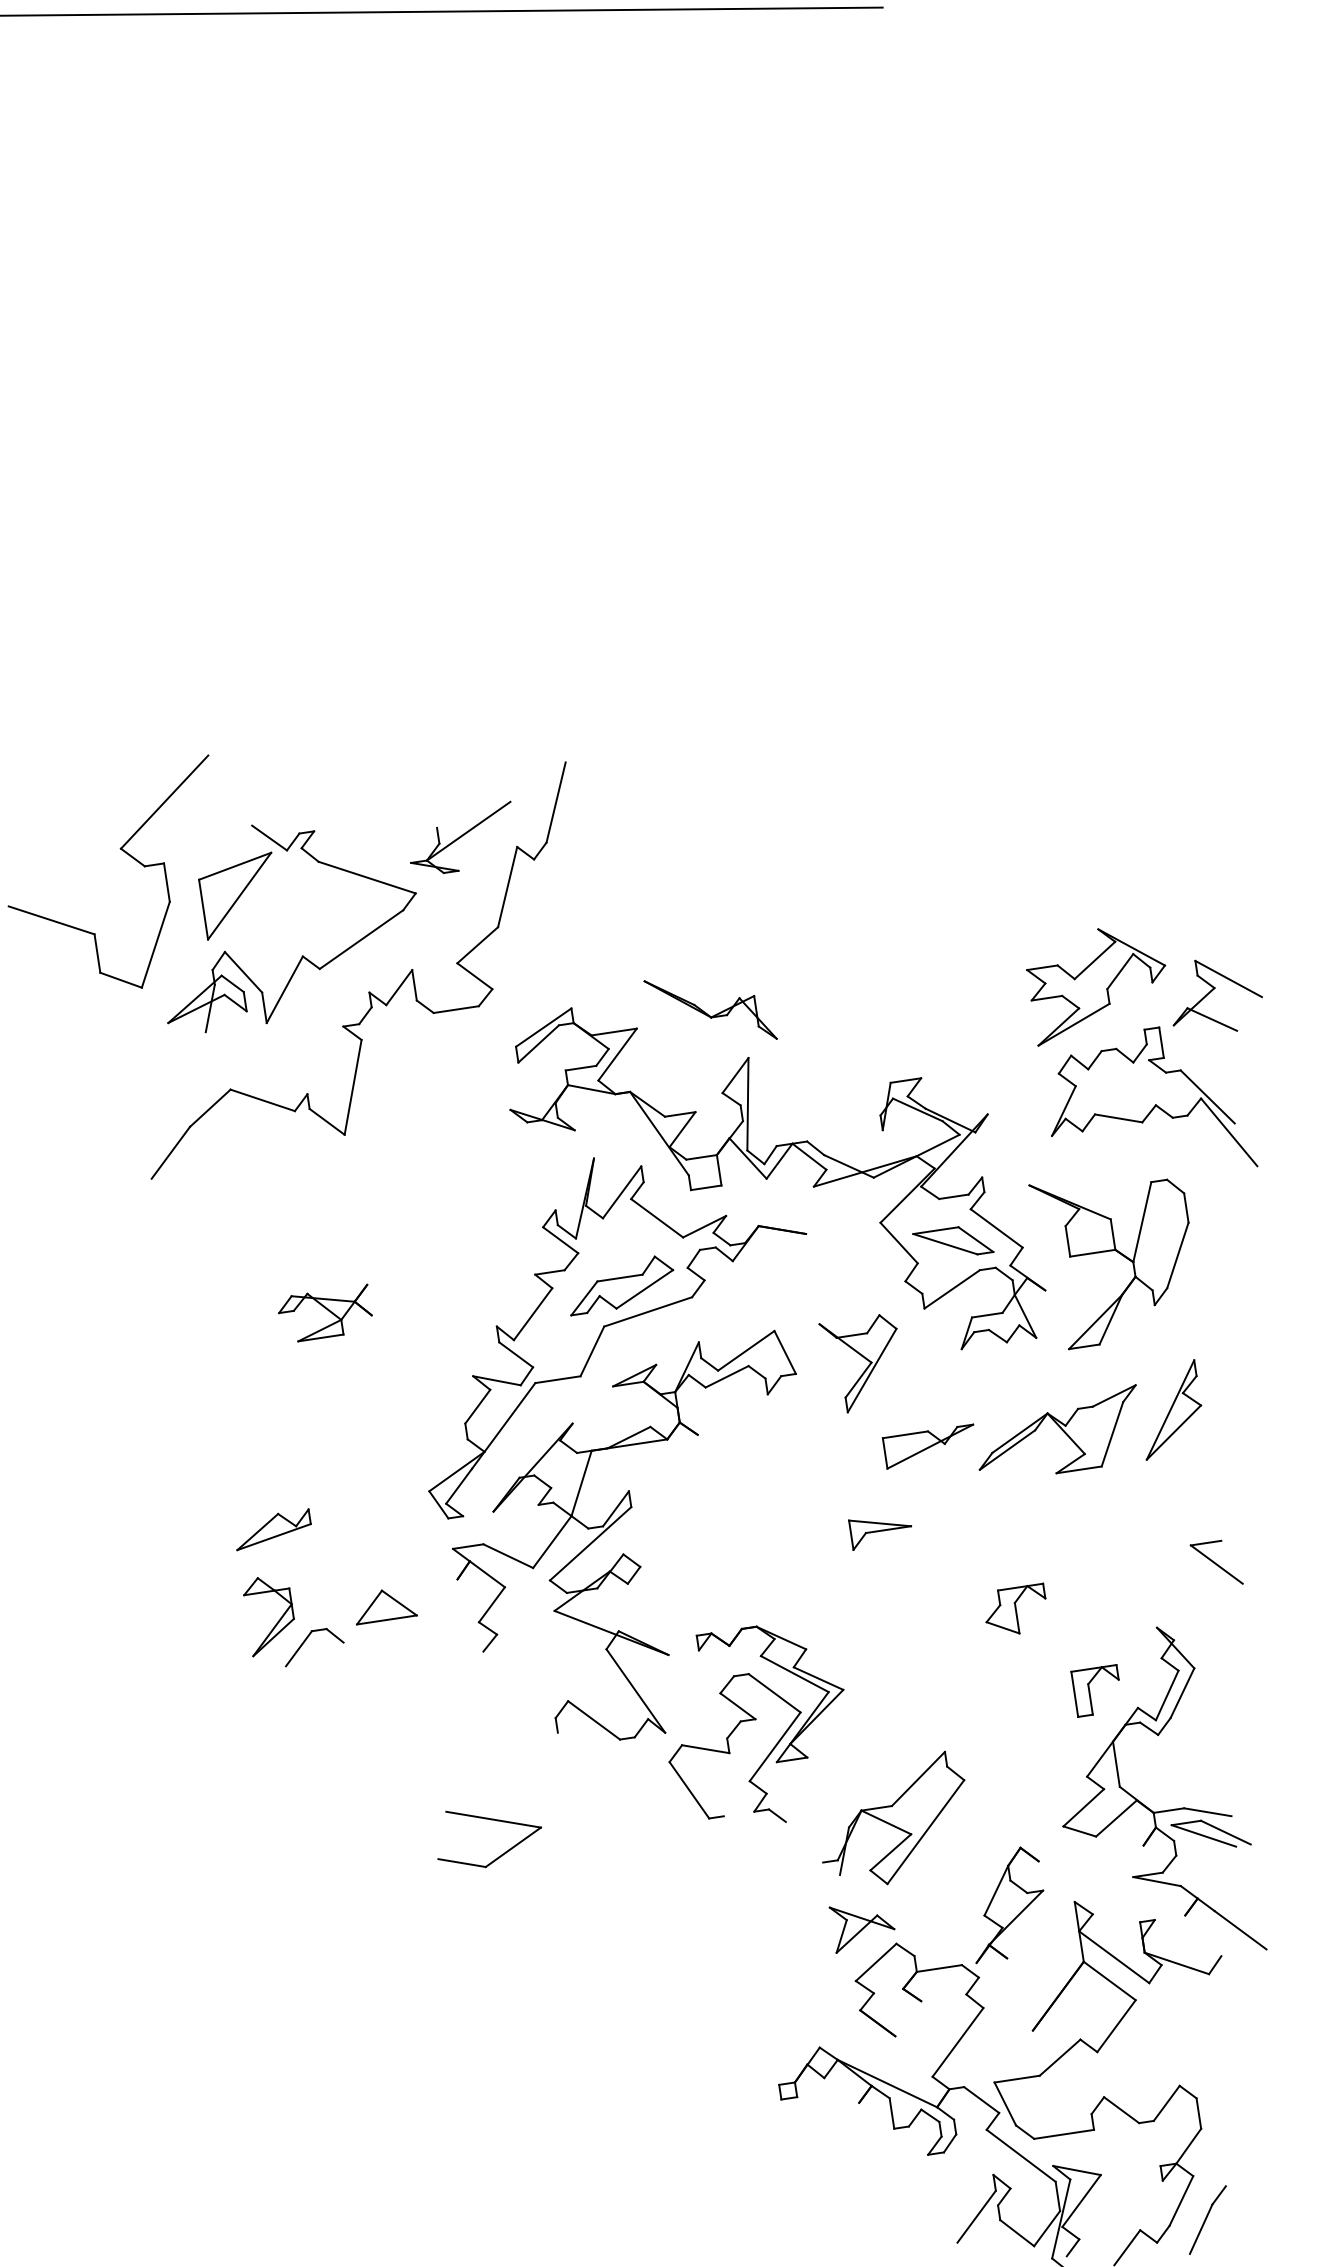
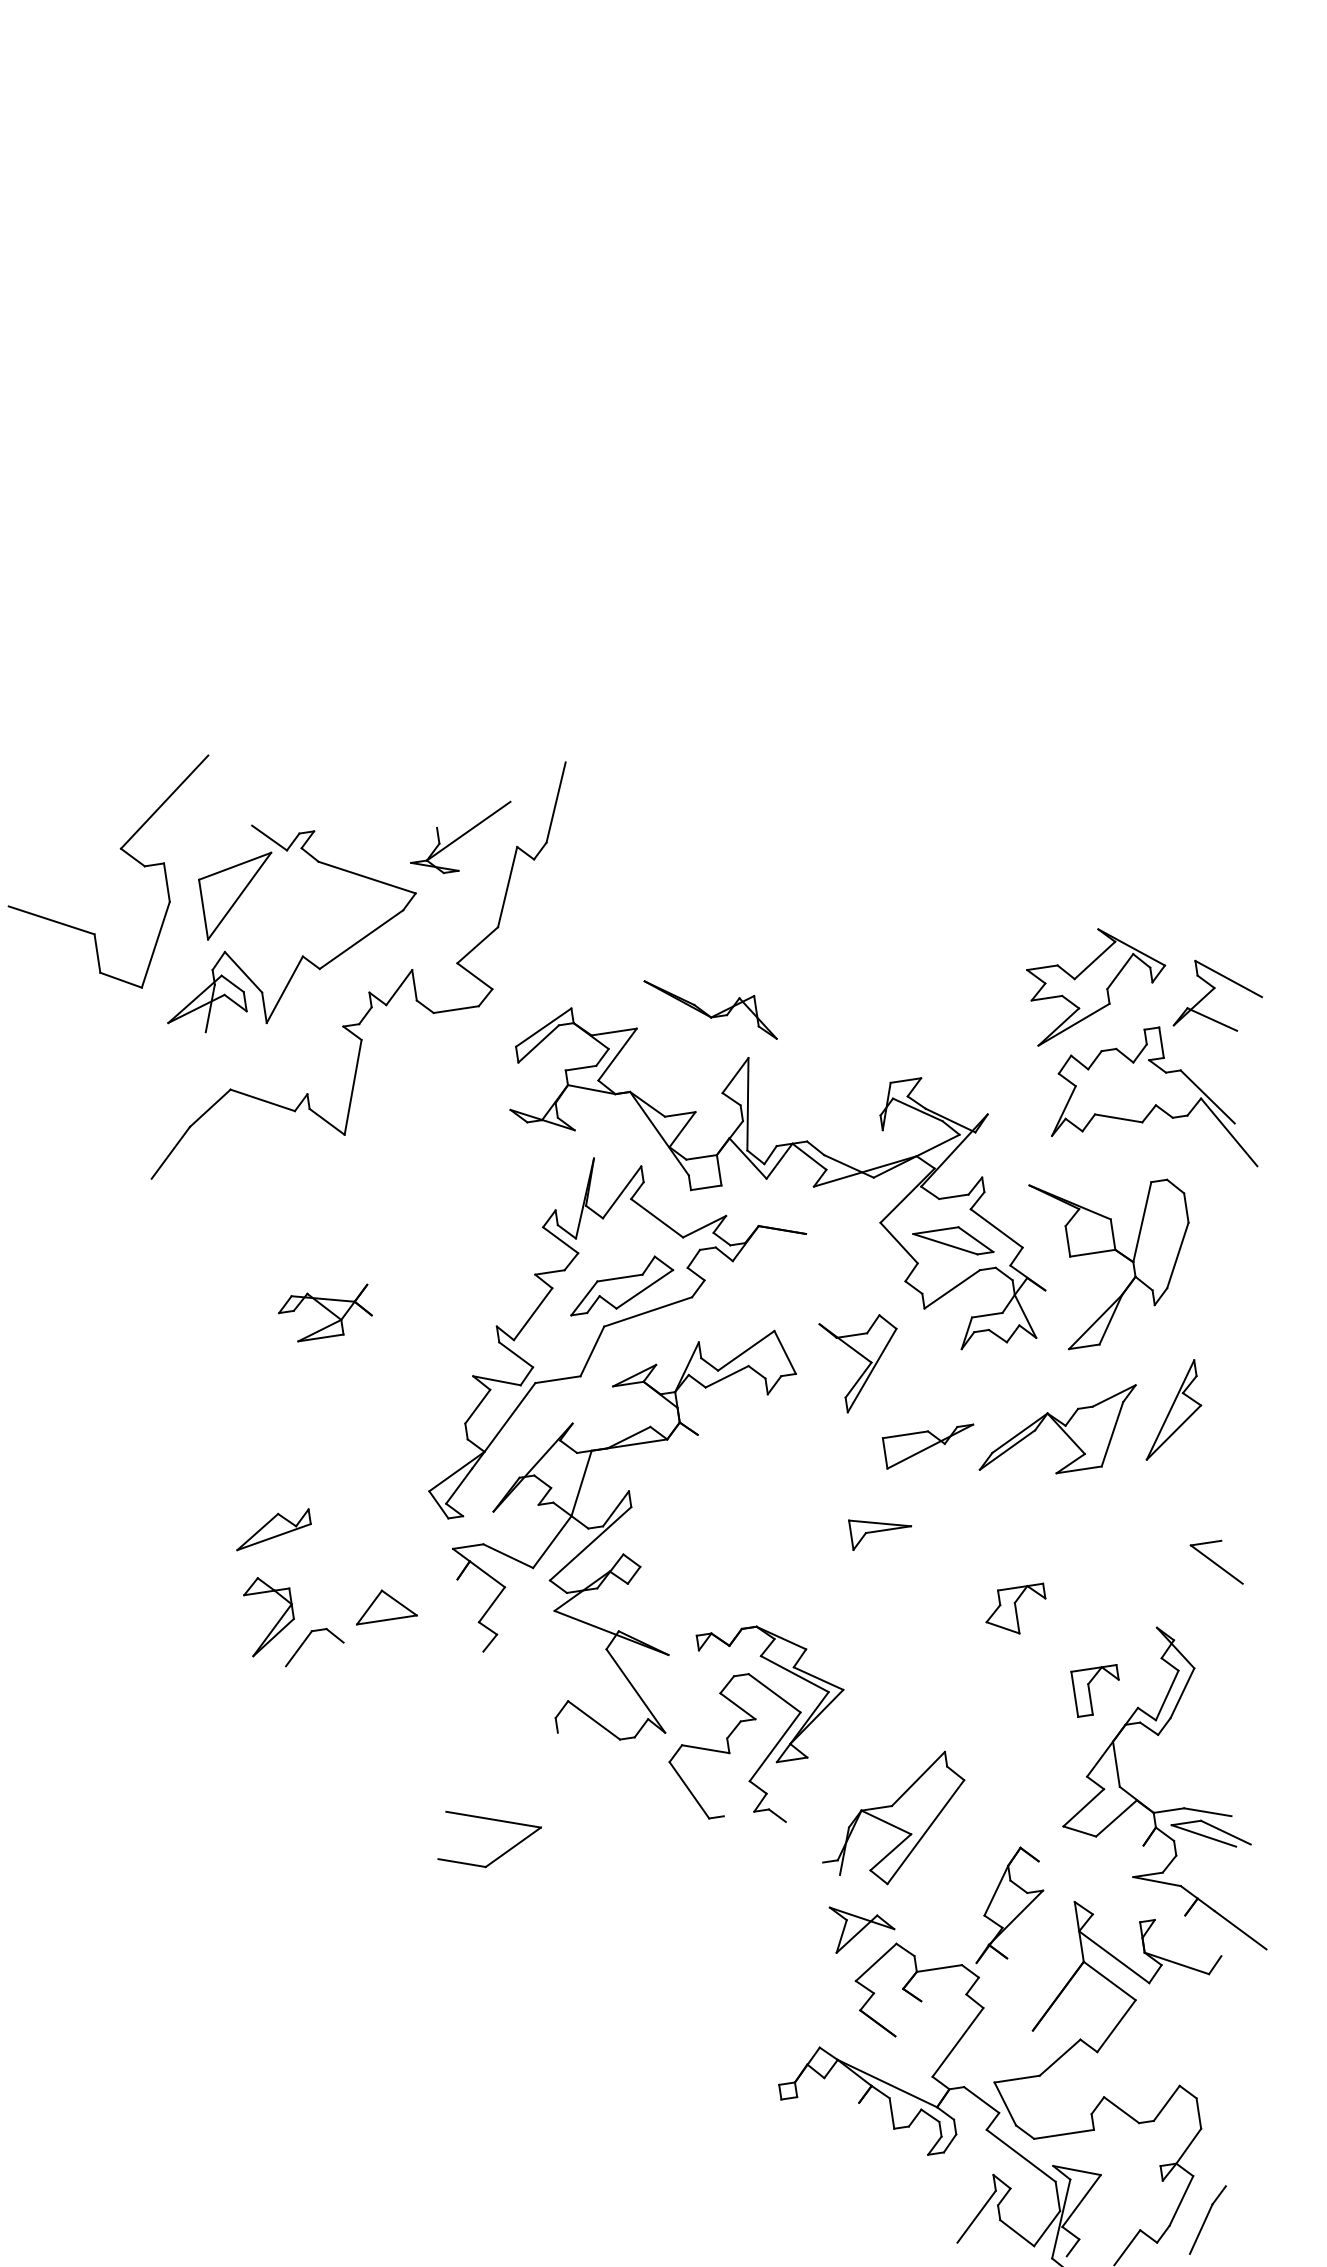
line at (442, 11): present -> none
